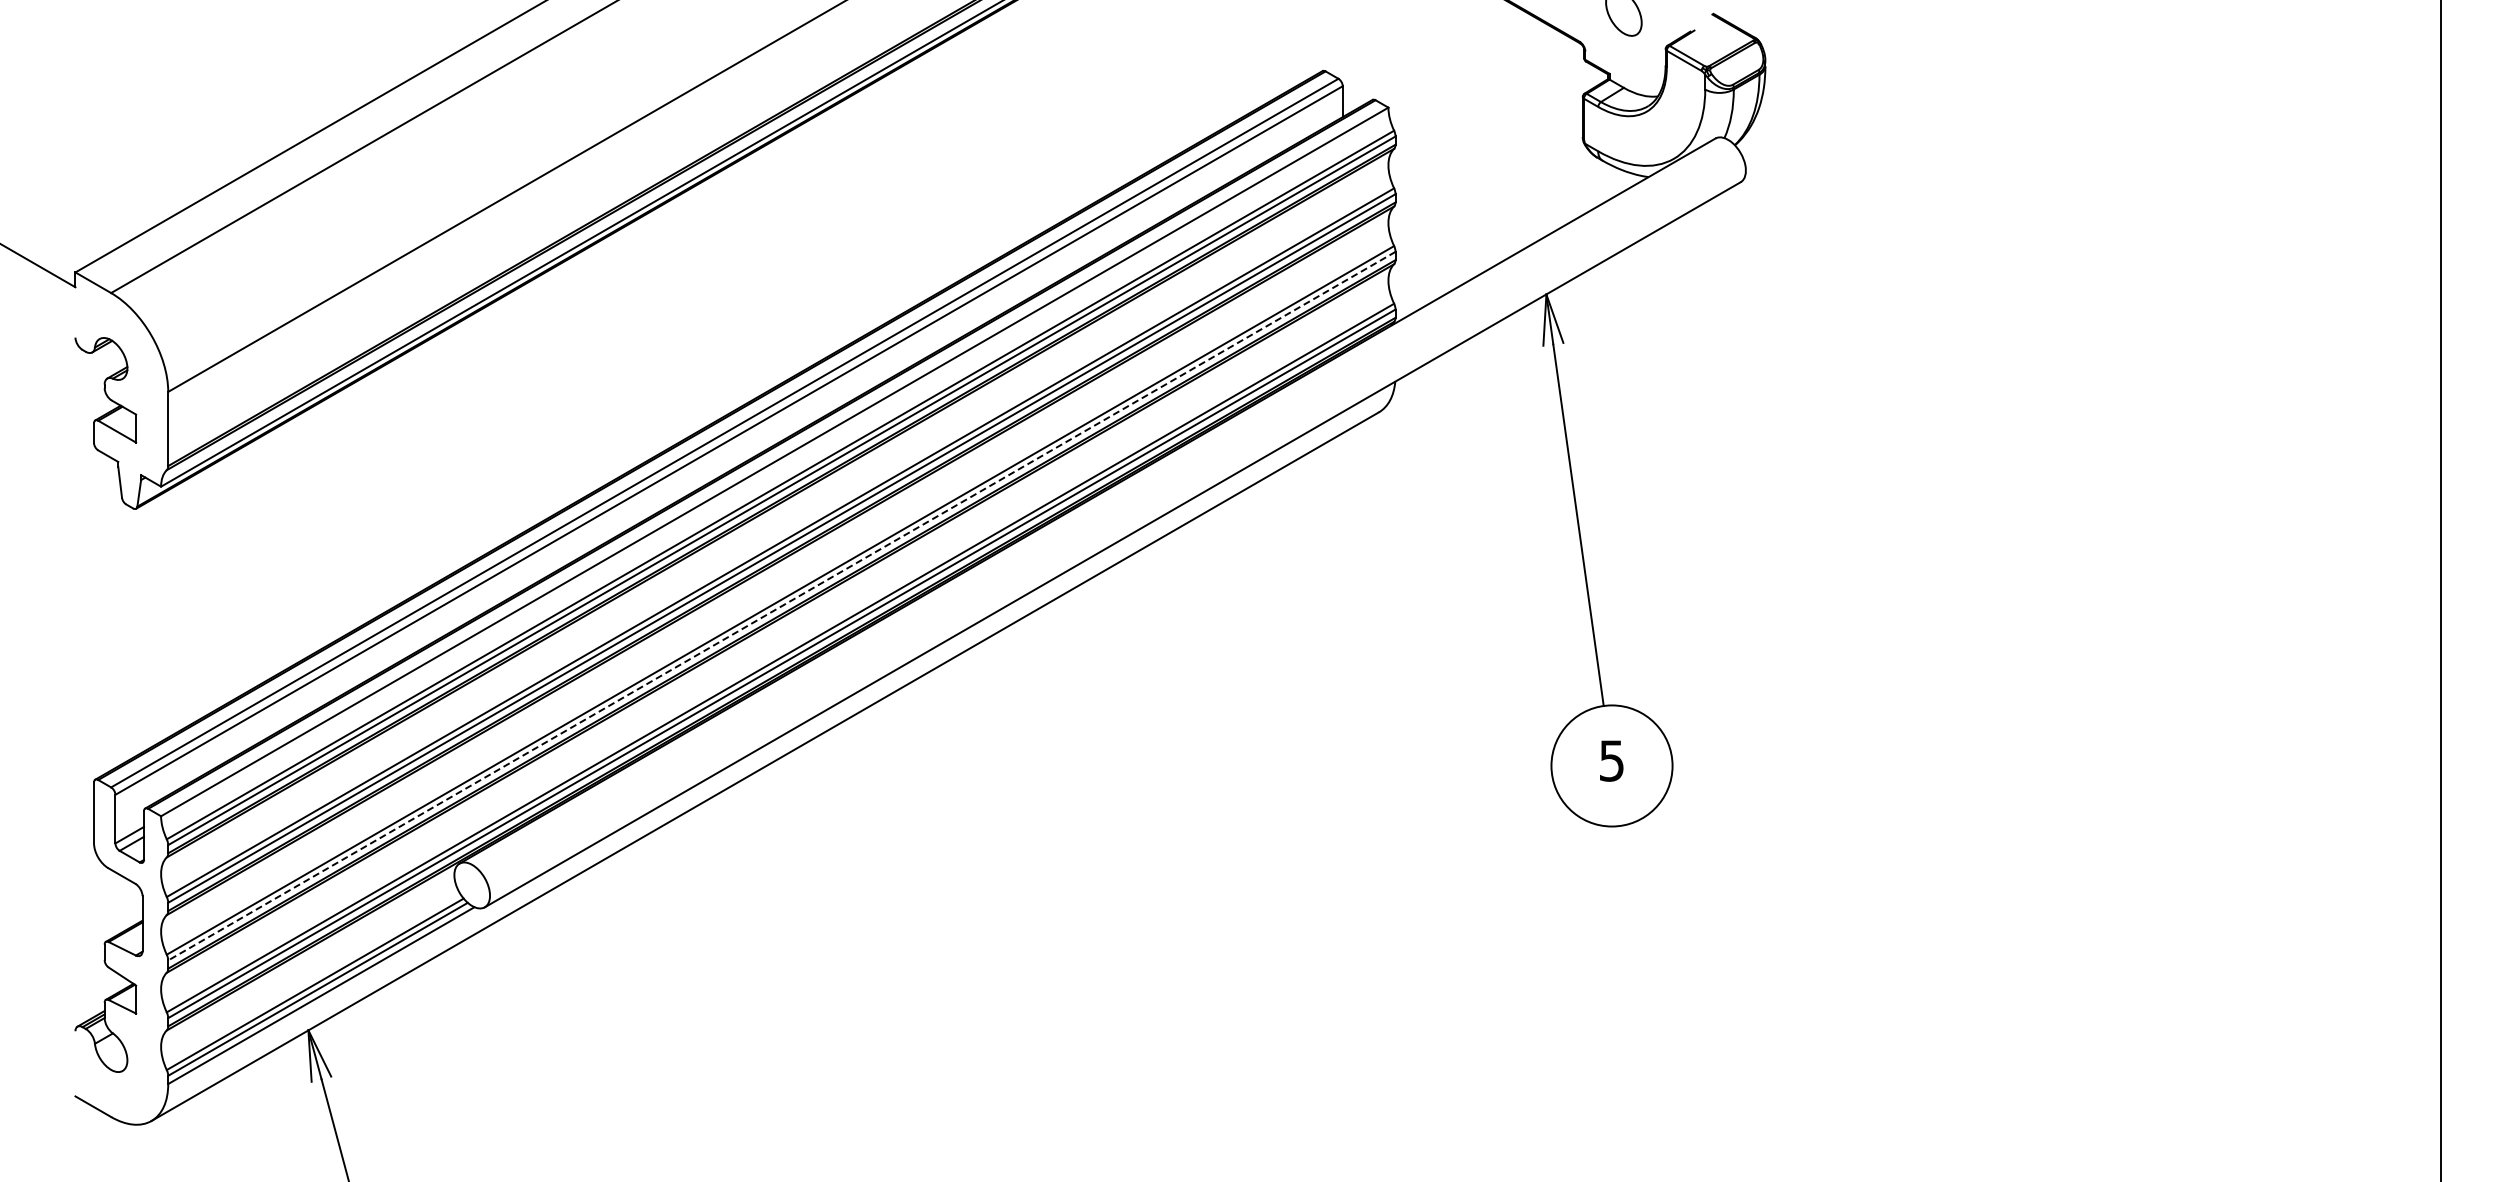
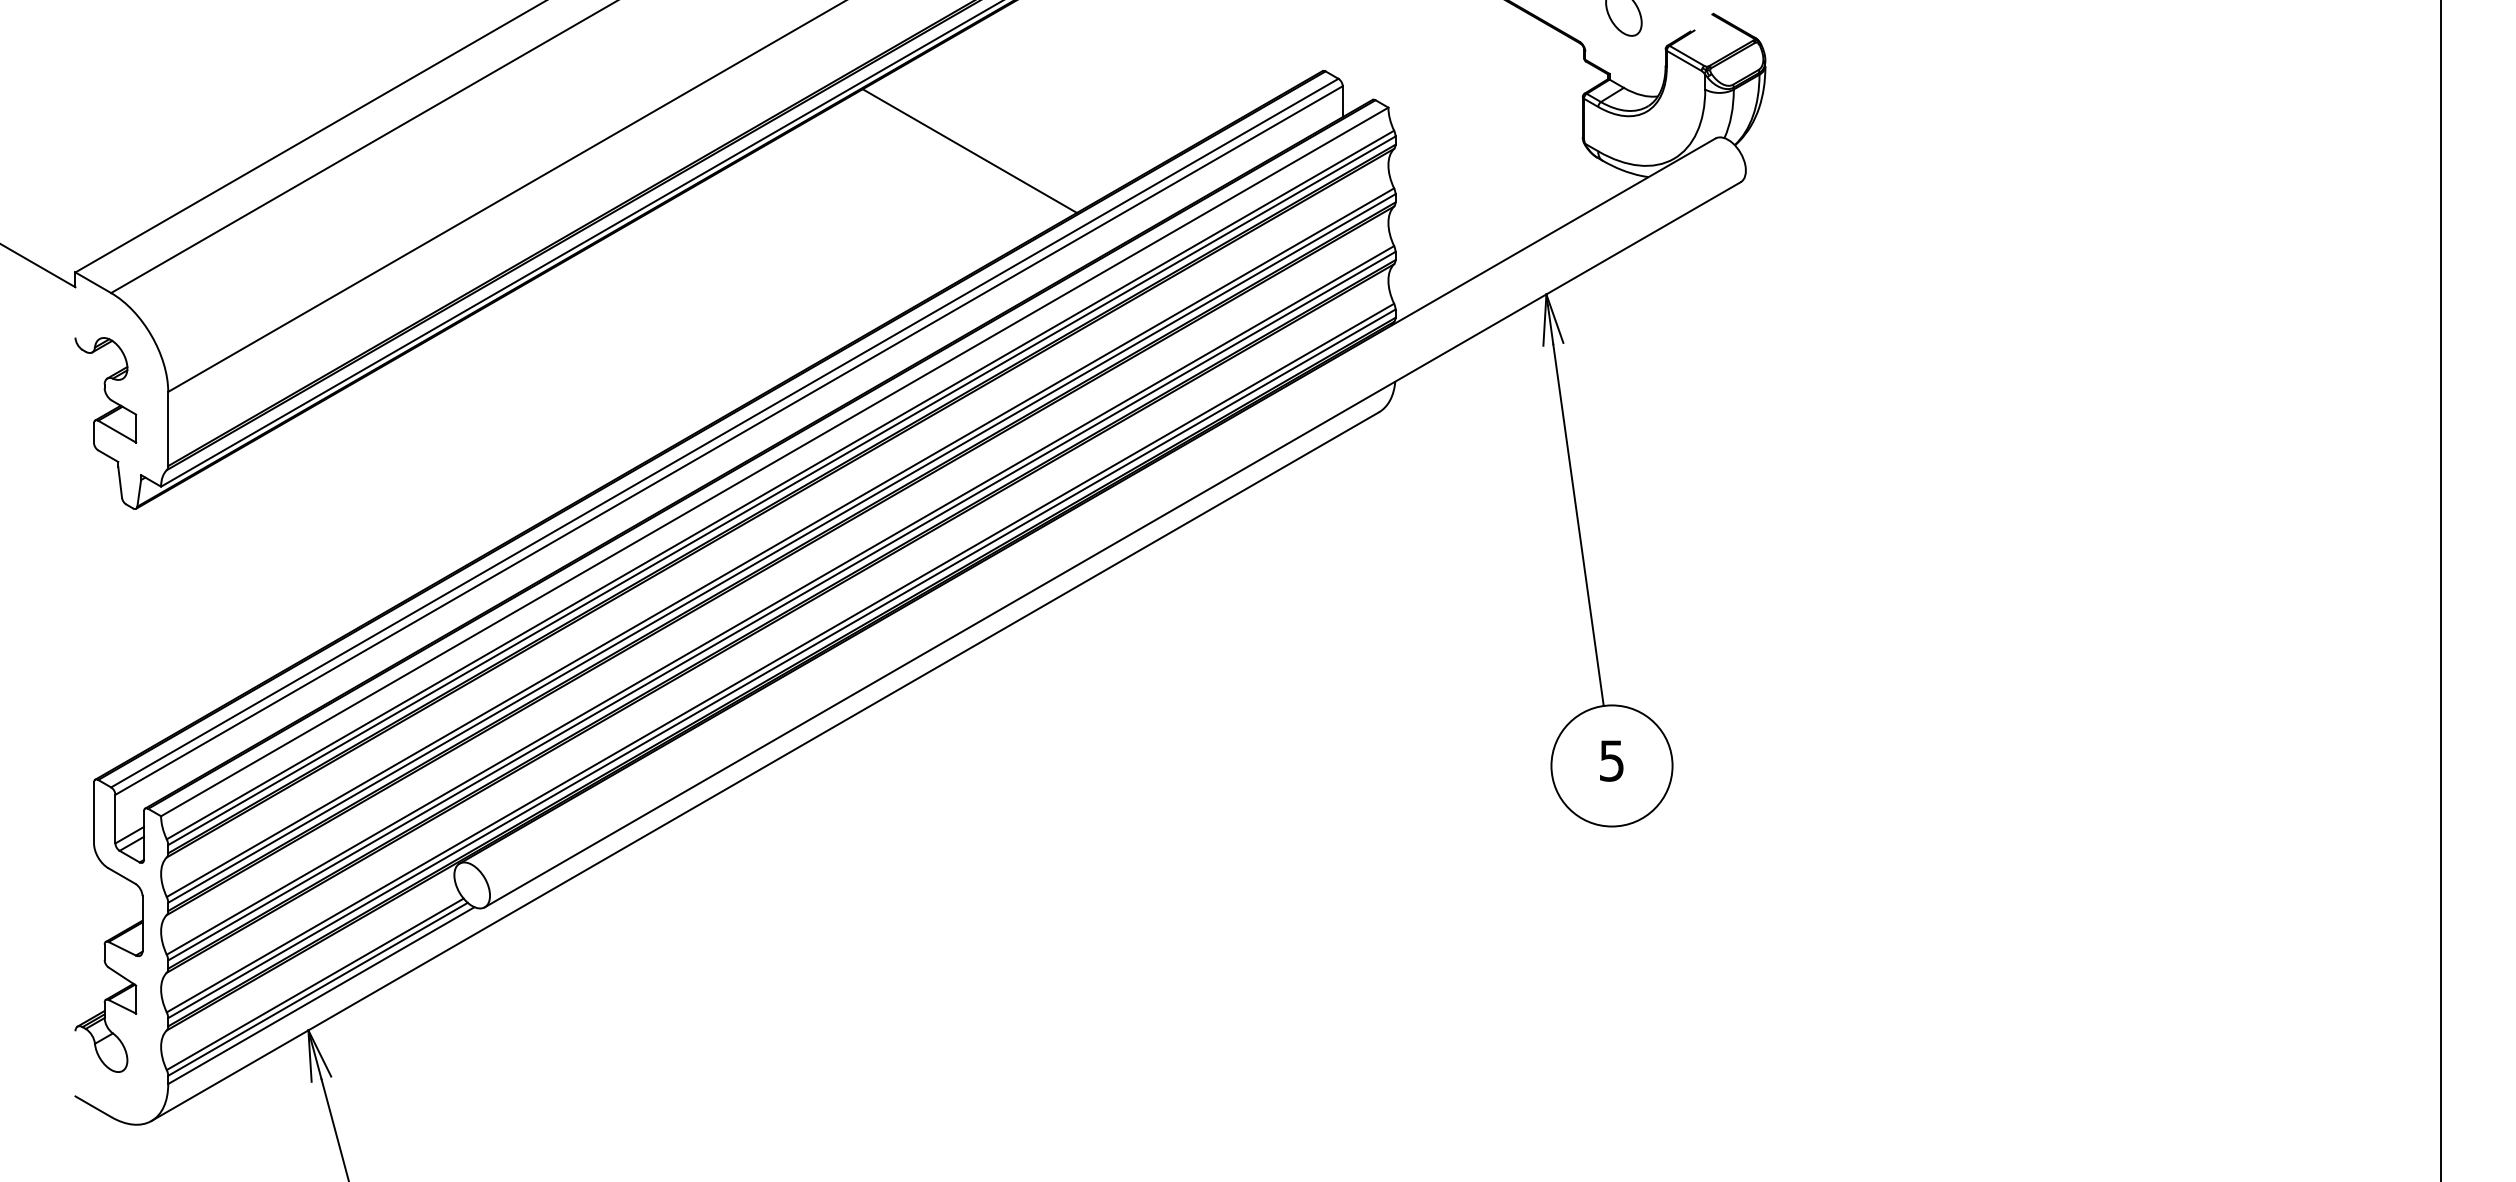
line at (969, 150): none -> present
line at (781, 606): dashed -> solid
